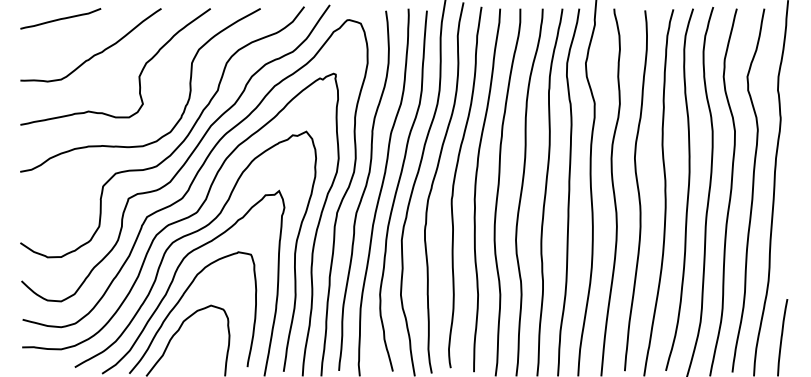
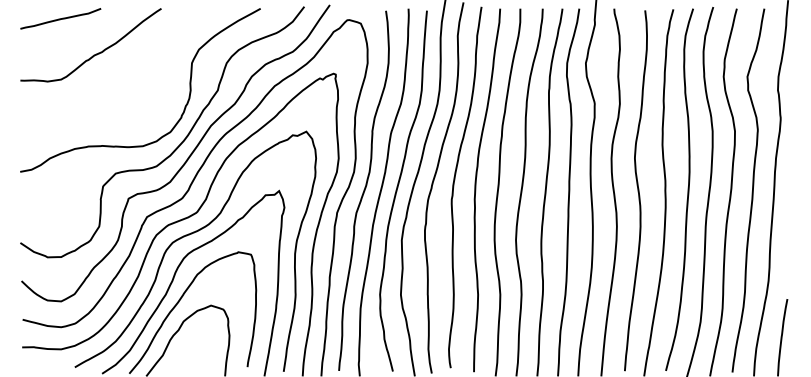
curve at (138, 76): present -> none
